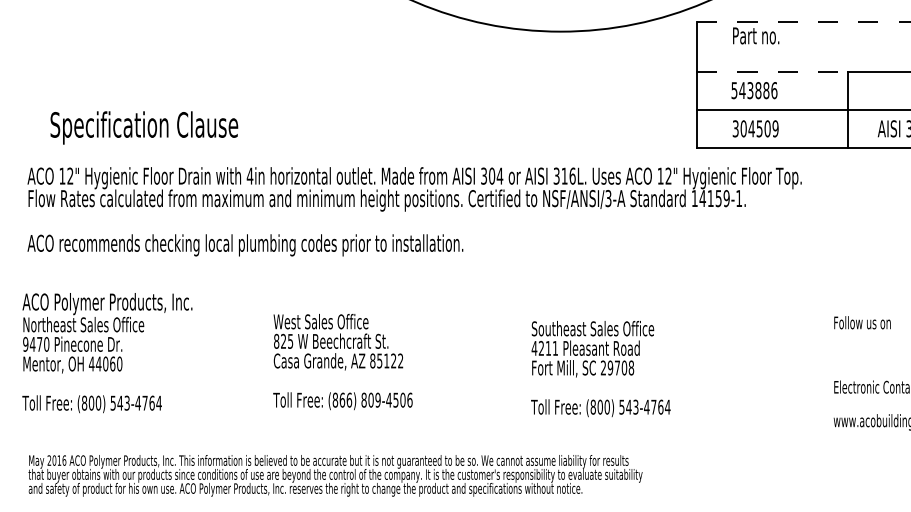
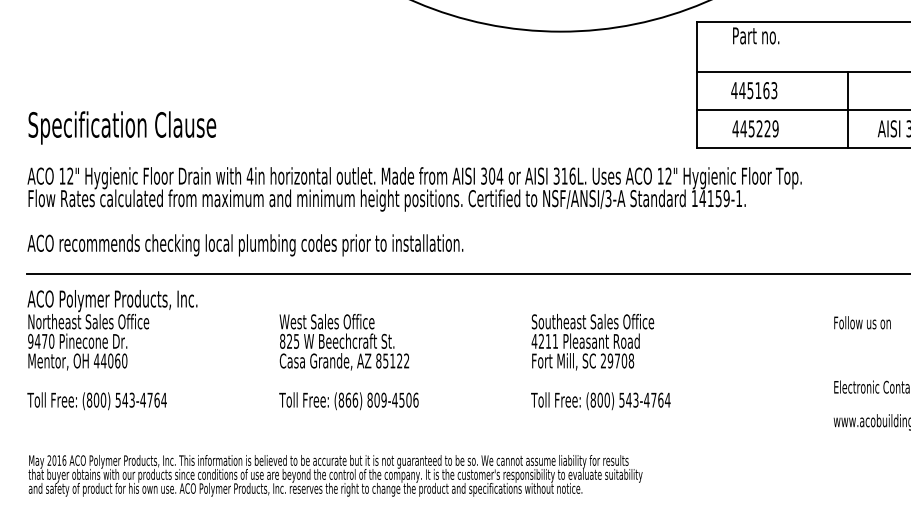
line at (804, 21): dashed -> solid
line at (772, 72): dashed -> solid
text at (754, 90): 543886 -> 445163
text at (144, 127) position: (144, 127) -> (122, 127)
text at (751, 128): 304509 -> 445229
line at (467, 273): none -> present
text at (107, 353) position: (107, 353) -> (112, 350)
text at (342, 362) position: (342, 362) -> (348, 362)
text at (600, 369) position: (600, 369) -> (600, 362)
